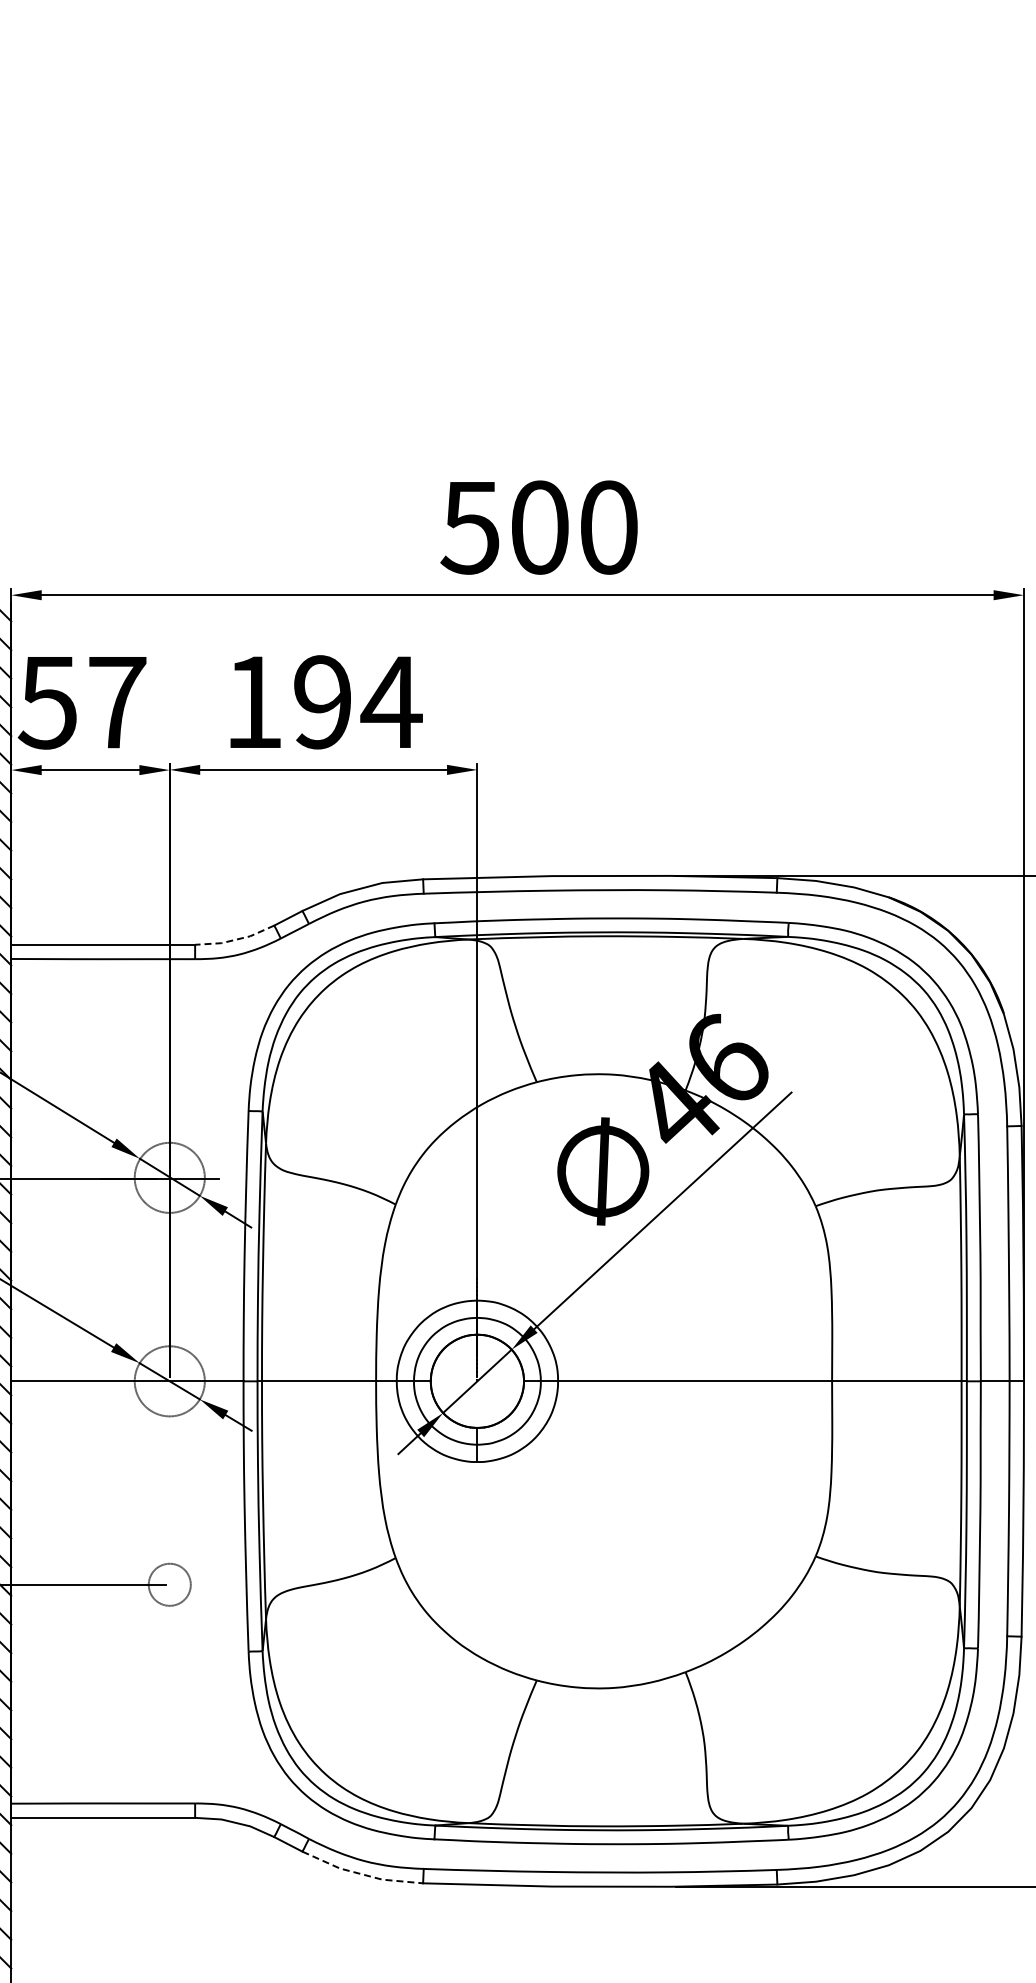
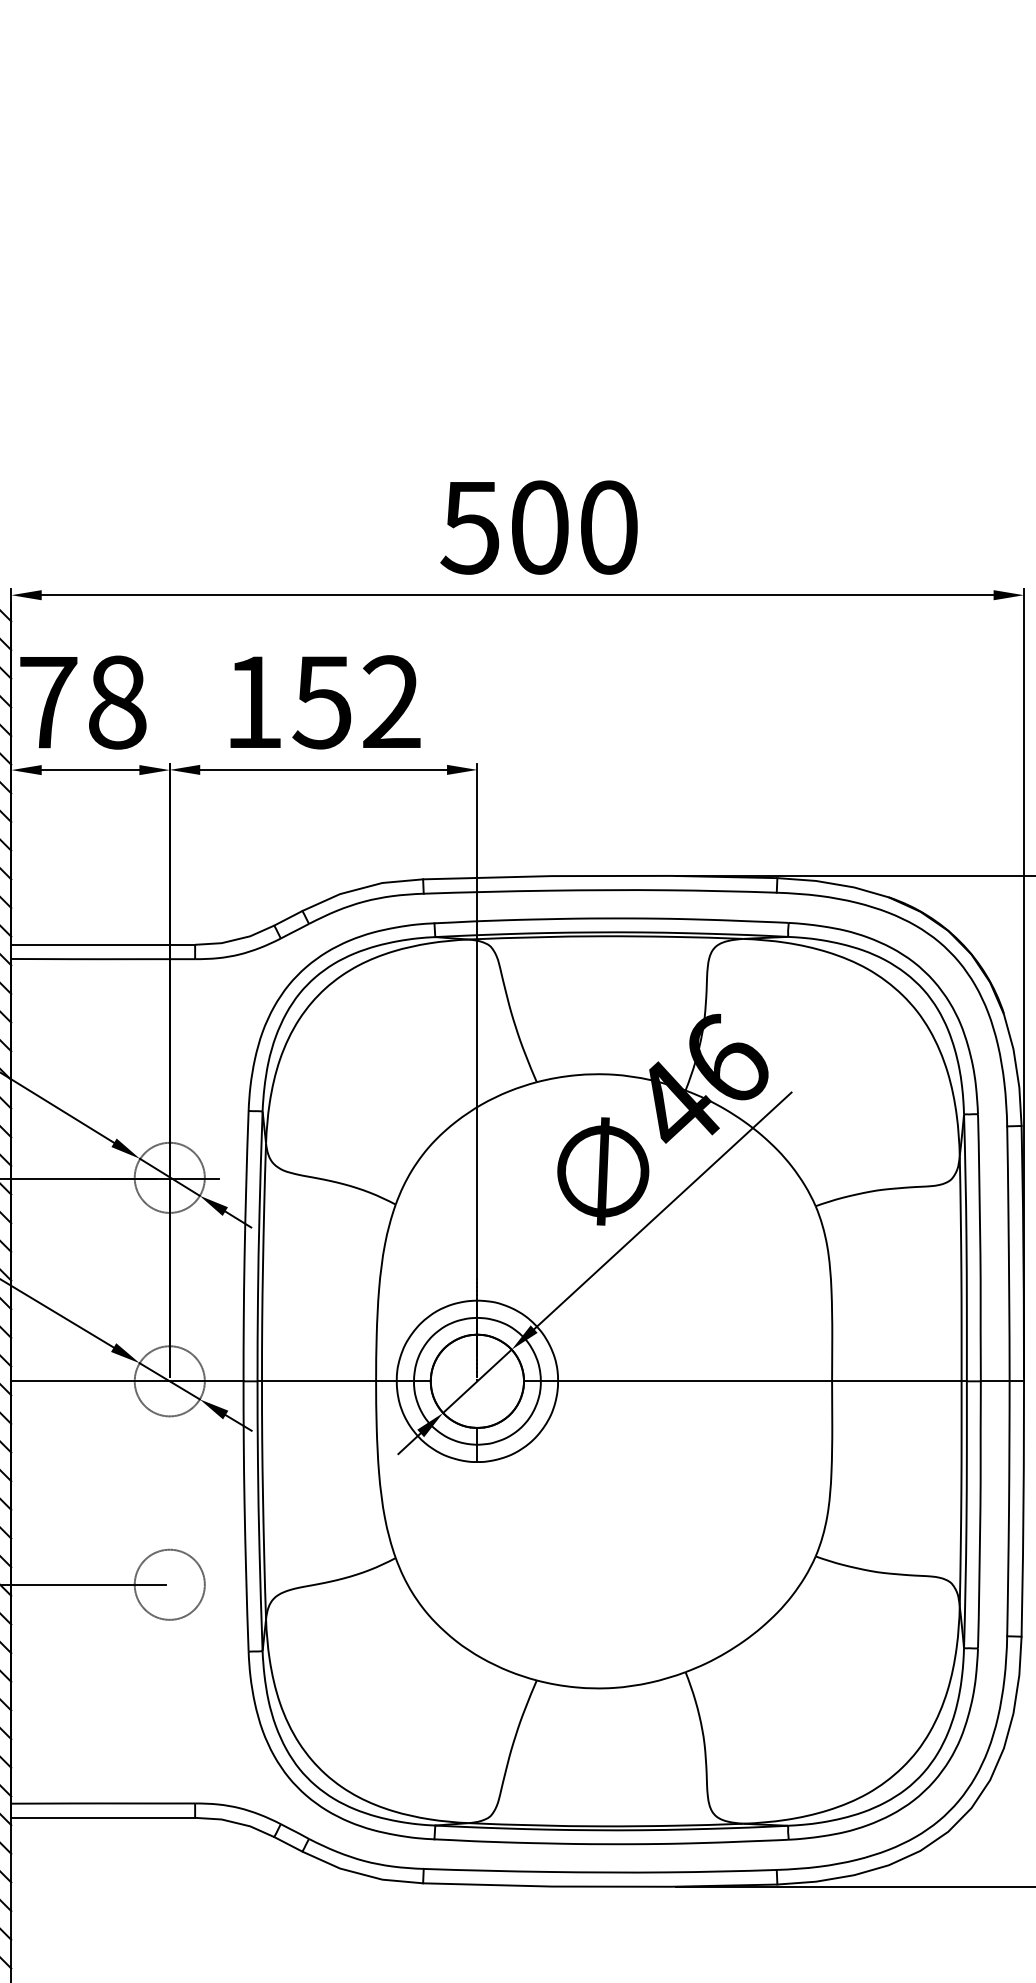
text at (81, 702): 57 -> 78
text at (357, 702): 194 -> 152
line at (235, 939): dashed -> solid
circle at (169, 1584) diameter: 42 px -> 70 px
line at (361, 1874): dashed -> solid
